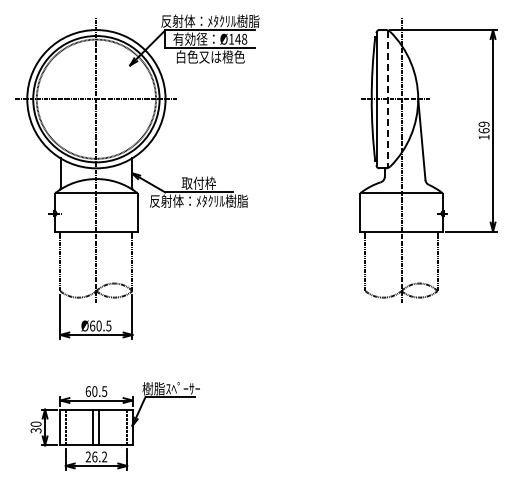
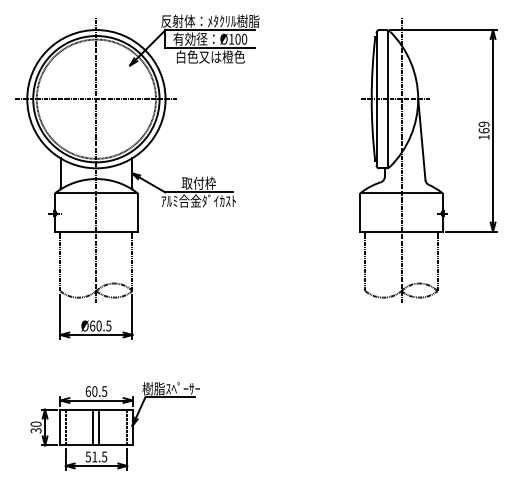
text at (241, 38): Ø148 -> Ø100
line at (388, 99): dashed -> solid
text at (198, 200): 反射体：ﾒﾀｸﾘﾙ樹脂 -> ｱﾙﾐ合金ﾀﾞｲｶｽﾄ
text at (96, 456): 26.2 -> 51.5
